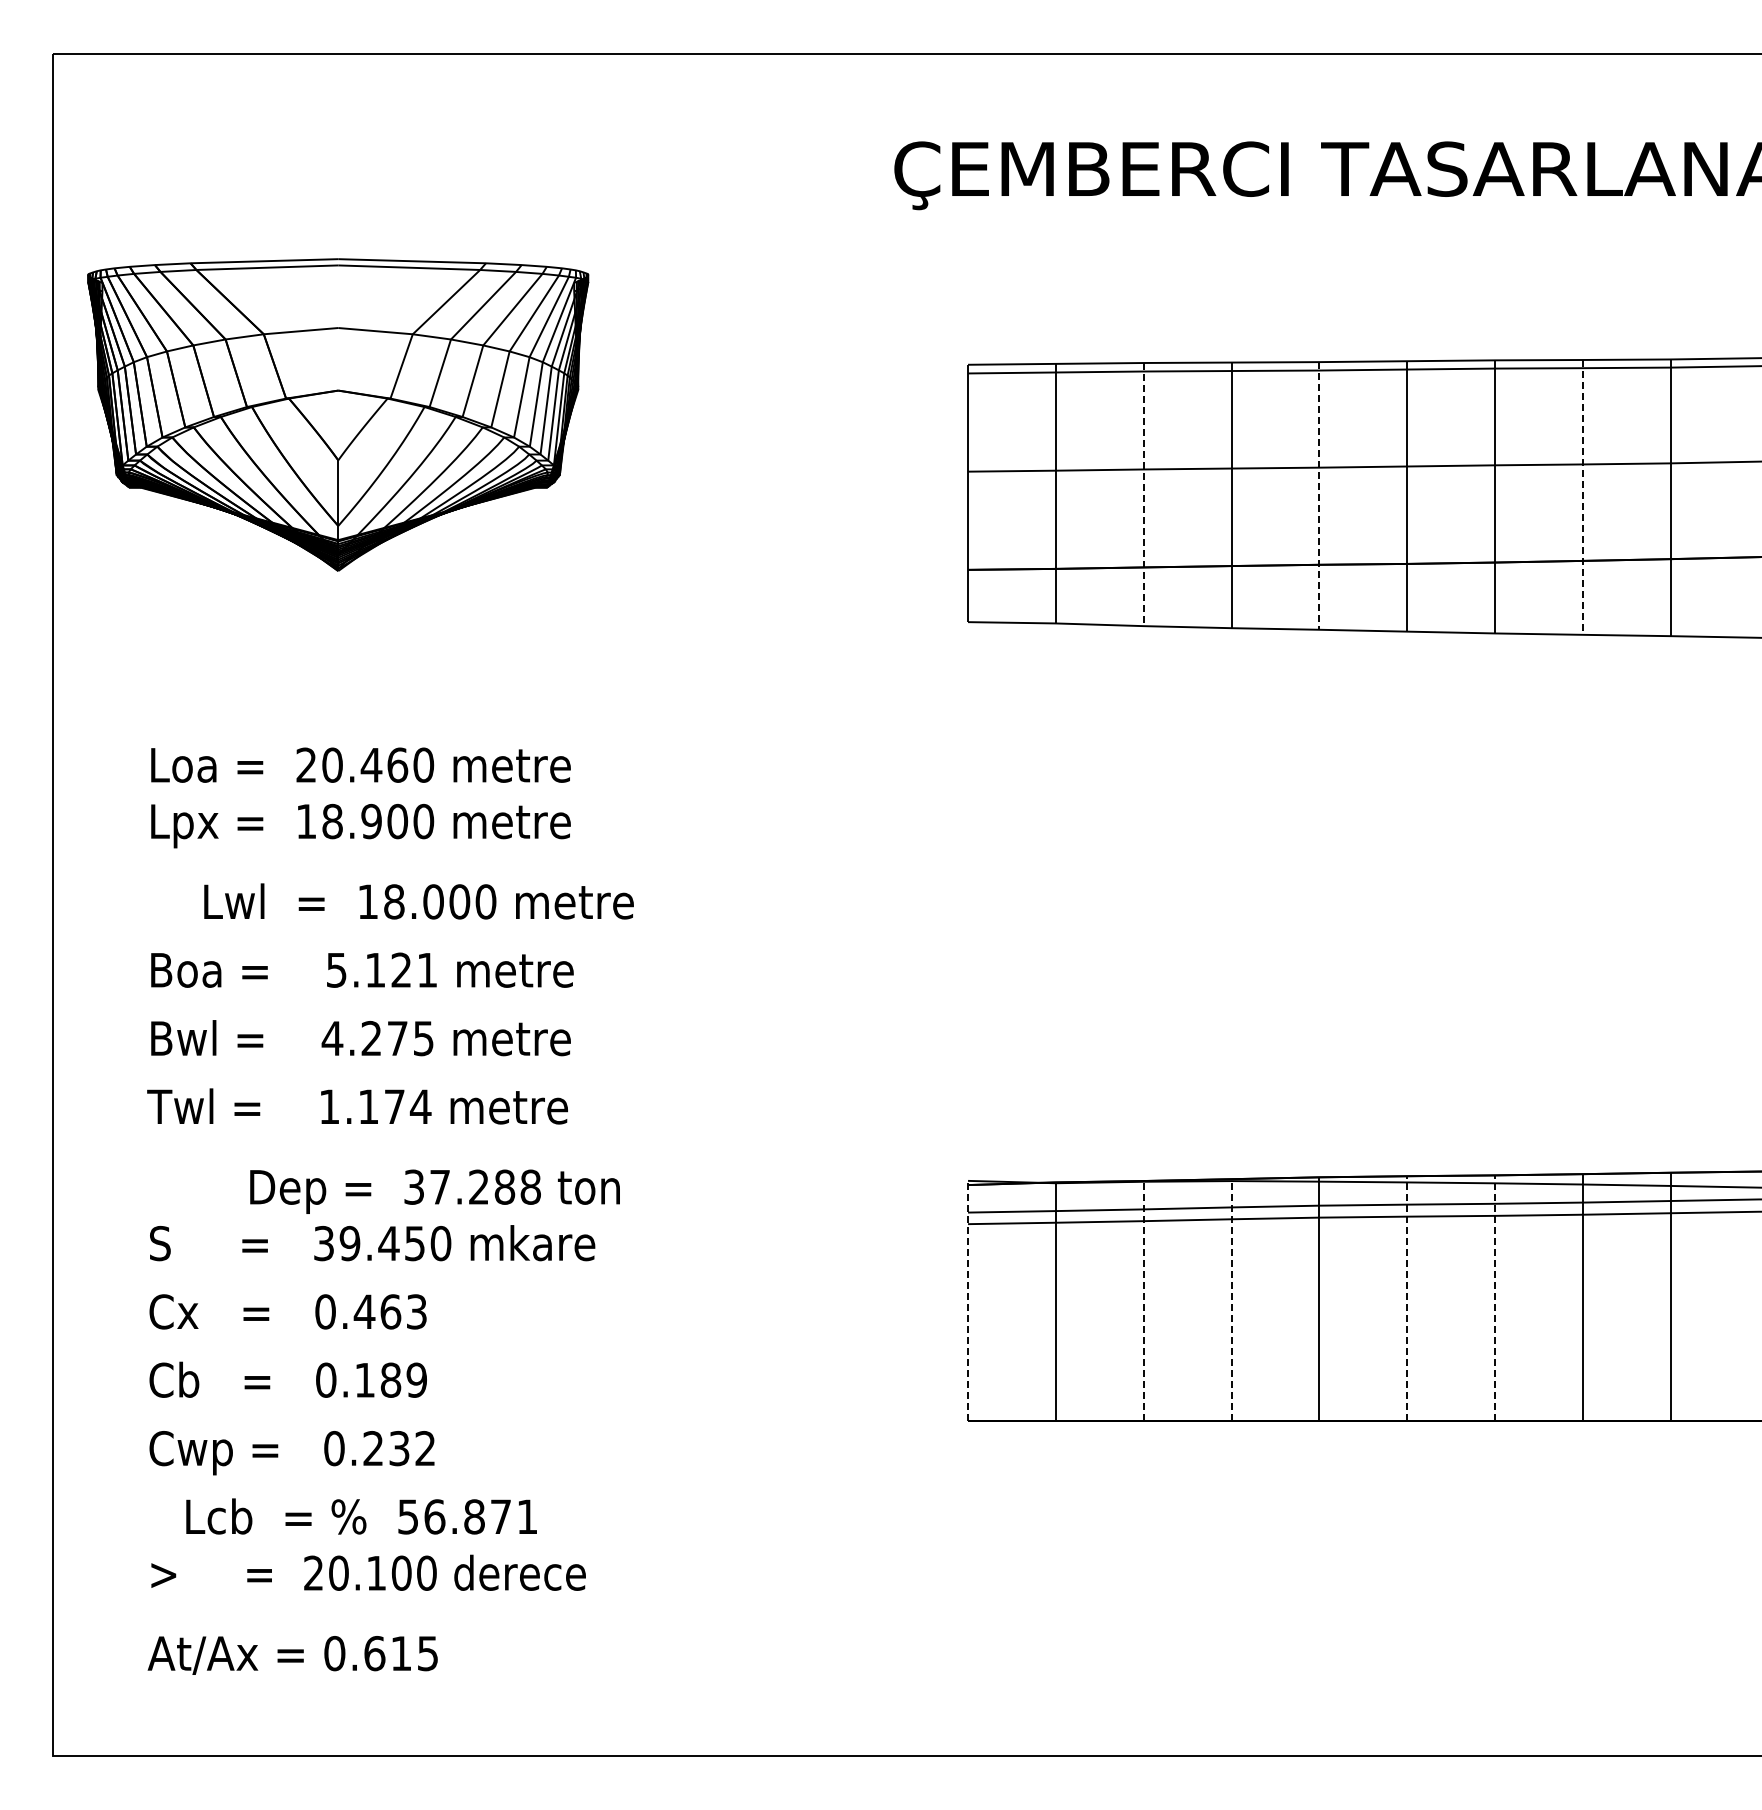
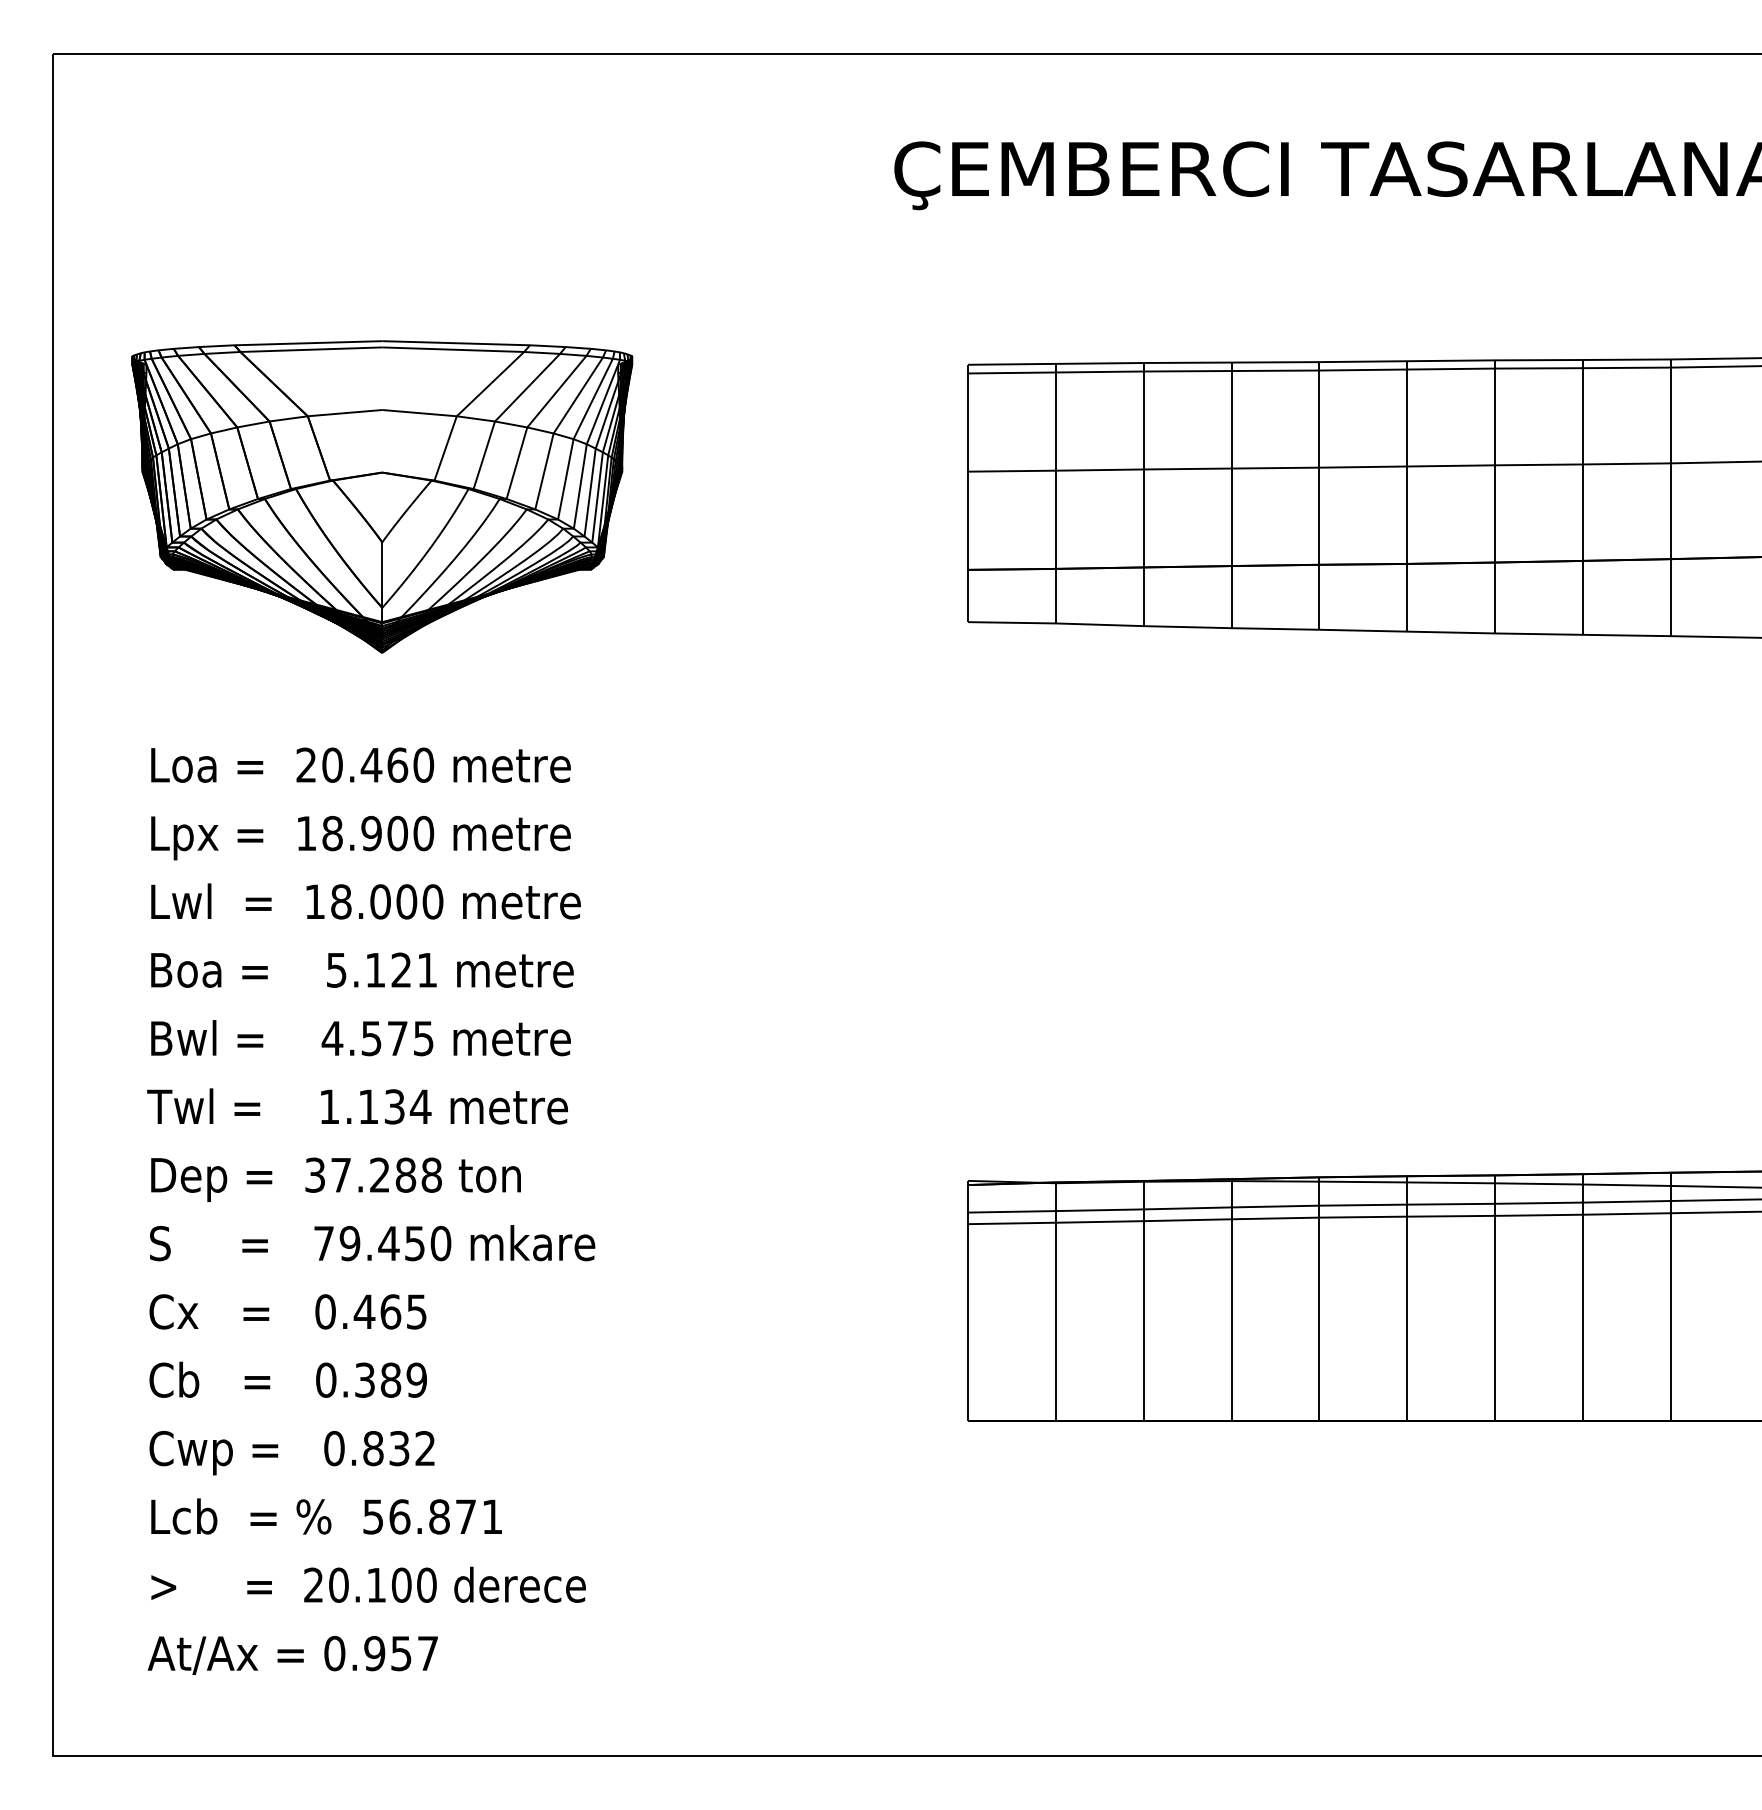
part at (338, 414) position: (338, 414) -> (382, 496)
line at (1143, 494): dashed -> solid
line at (1319, 495): dashed -> solid
line at (1583, 497): dashed -> solid
text at (360, 826) position: (360, 826) -> (360, 838)
text at (418, 901) position: (418, 901) -> (365, 901)
text at (371, 1038): 4.275 -> 4.575
text at (394, 1106): 1.174 -> 1.134
text at (434, 1191) position: (434, 1191) -> (335, 1179)
text at (323, 1243): 39.450 -> 79.450
line at (1407, 1298): dashed -> solid
line at (1495, 1298): dashed -> solid
line at (968, 1300): dashed -> solid
line at (1143, 1300): dashed -> solid
line at (1231, 1300): dashed -> solid
text at (416, 1311): 0.463 -> 0.465
text at (364, 1379): 0.189 -> 0.389
text at (373, 1448): 0.232 -> 0.832
text at (361, 1516) position: (361, 1516) -> (326, 1516)
text at (368, 1572) position: (368, 1572) -> (368, 1584)
text at (400, 1653): 0.615 -> 0.957
